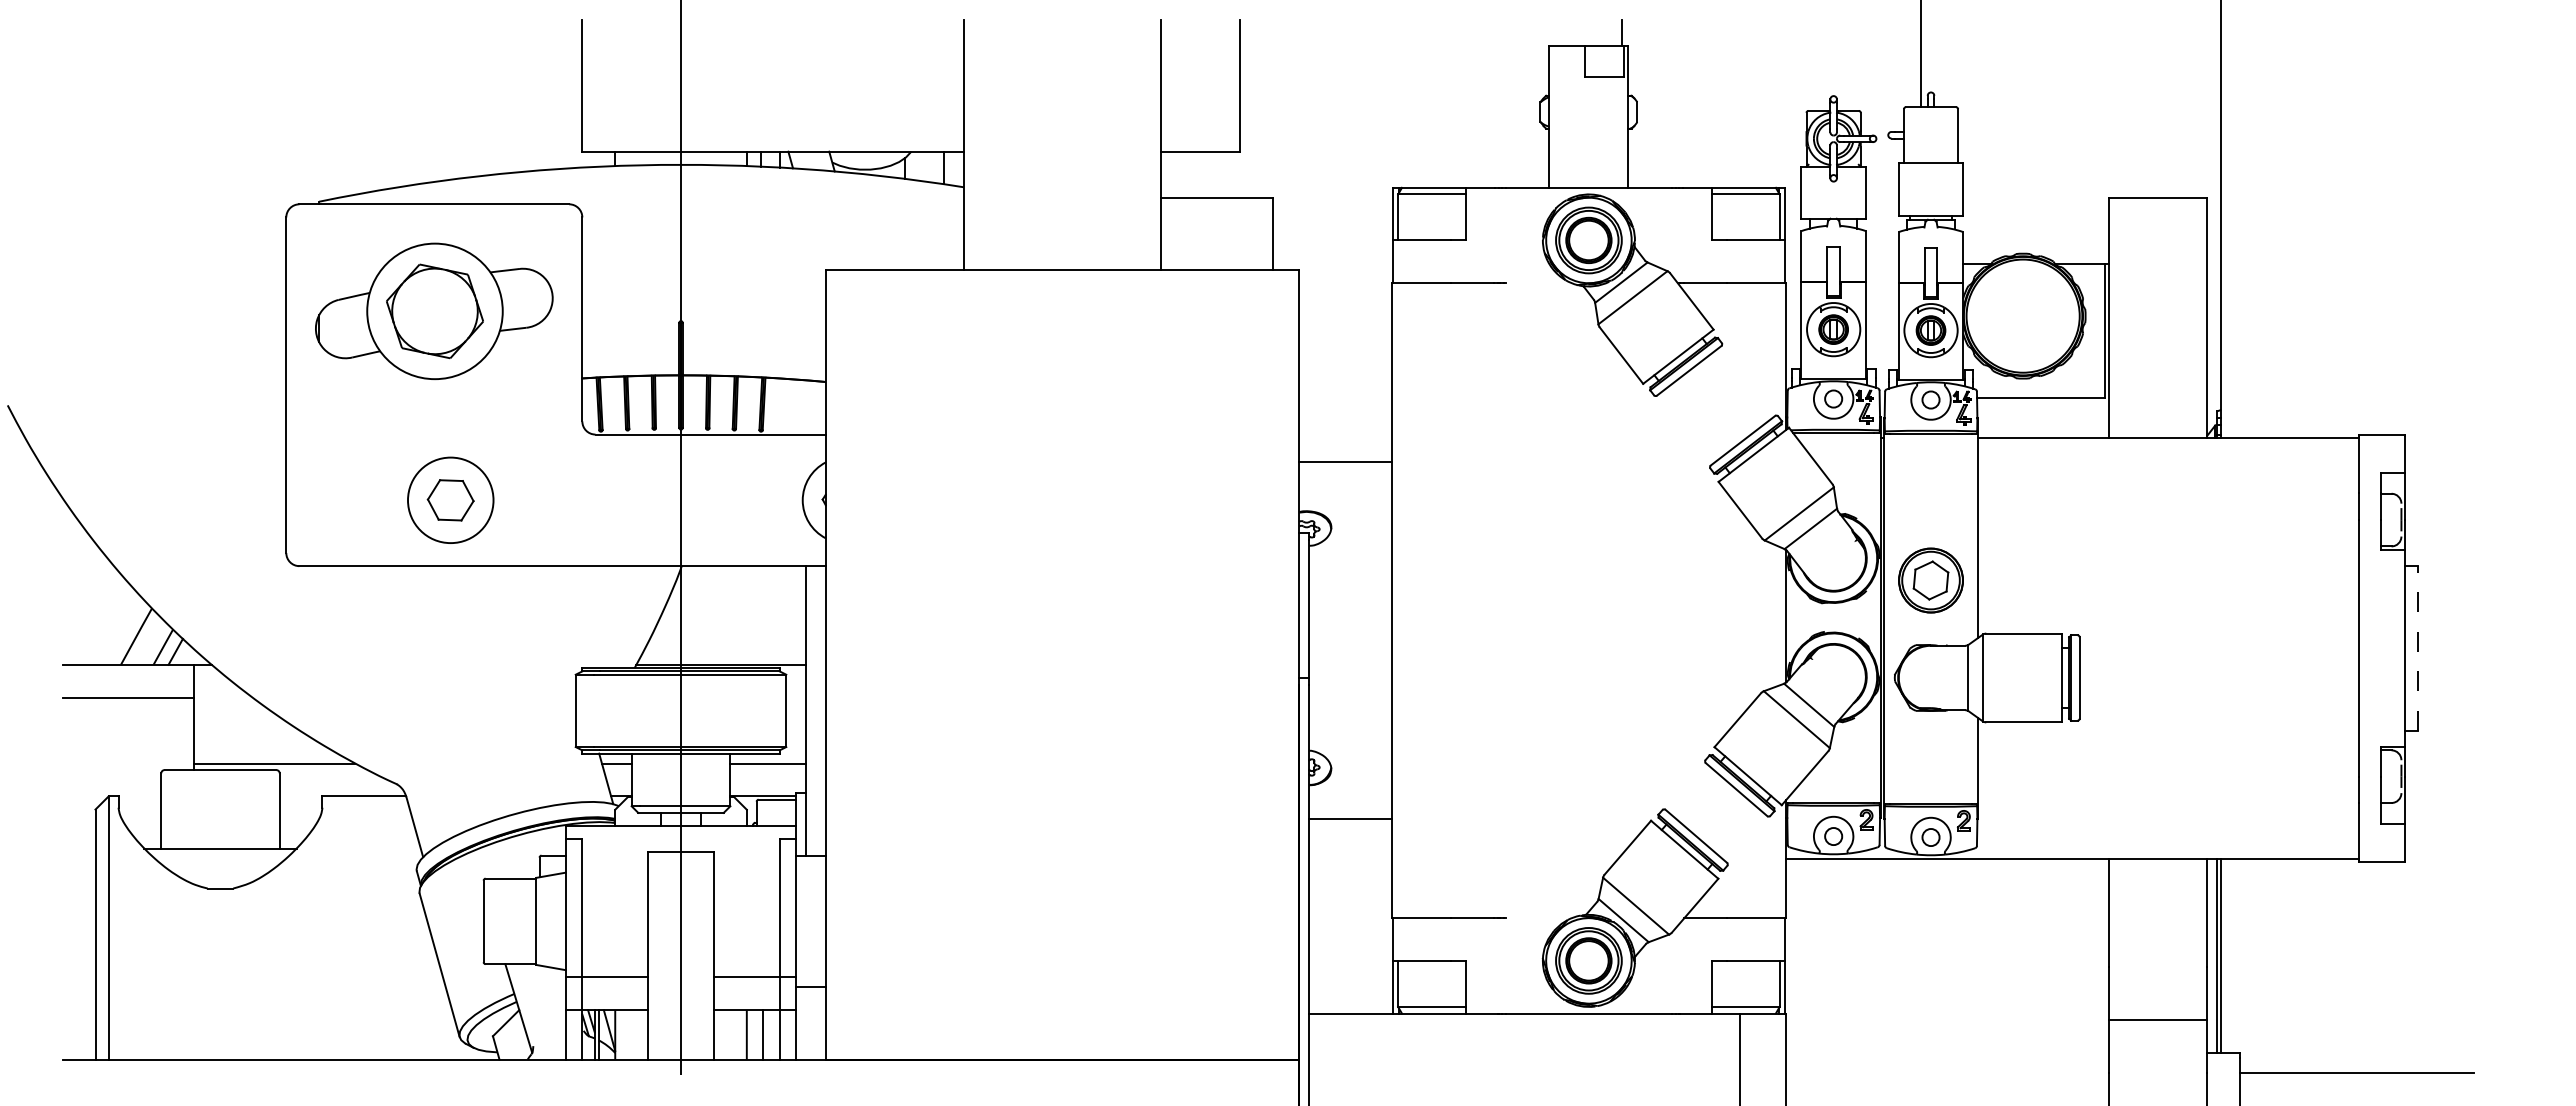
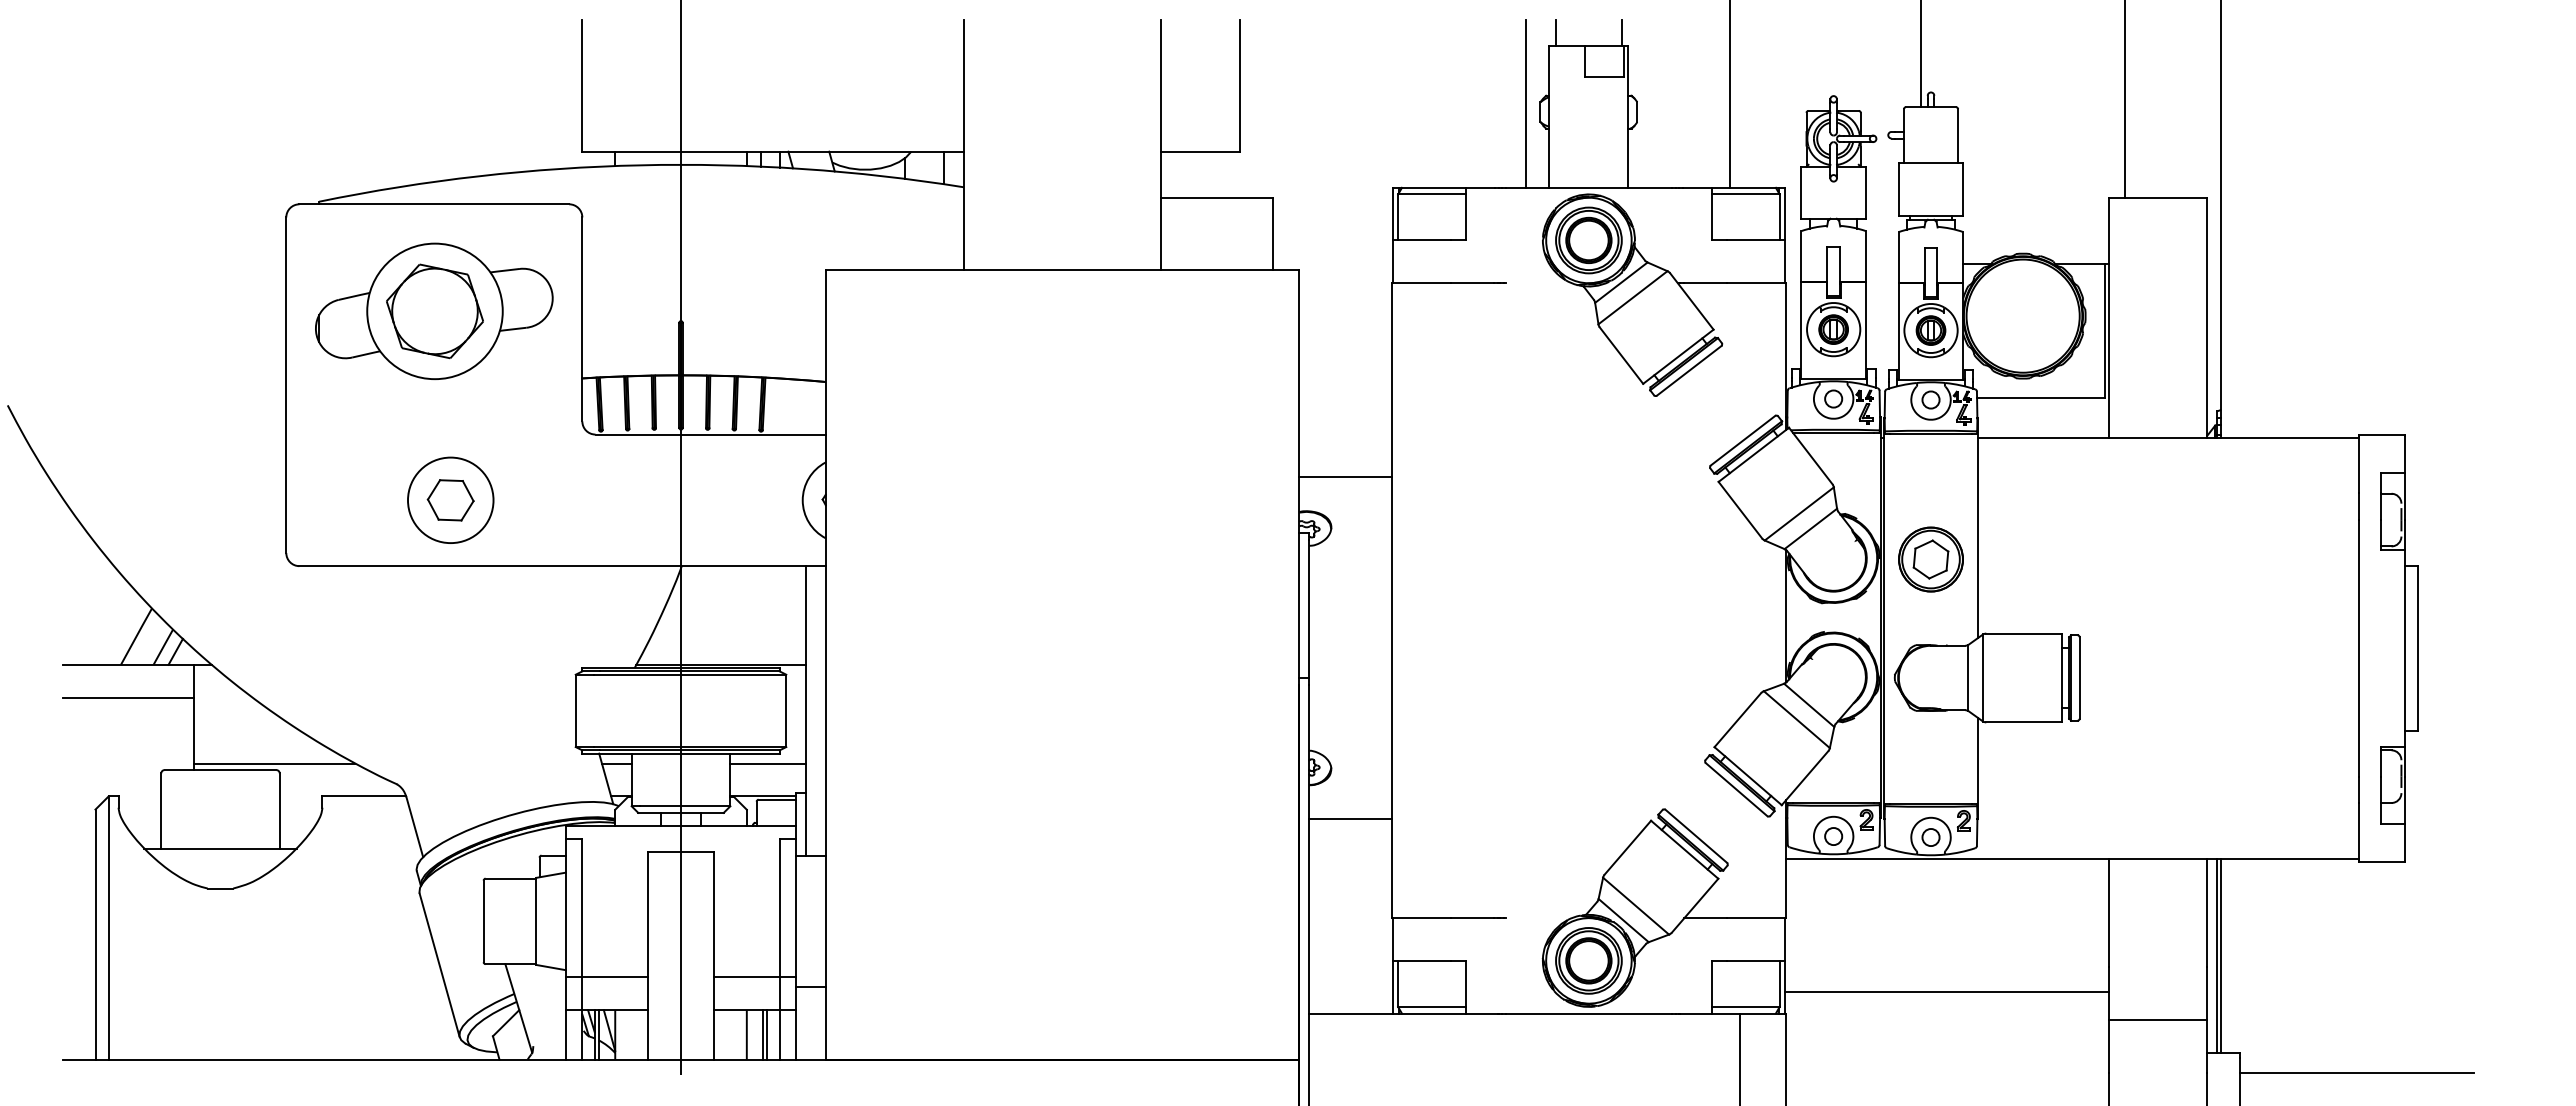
line at (1556, 33): none -> present
line at (1730, 94): none -> present
line at (2125, 99): none -> present
line at (1526, 103): none -> present
line at (1345, 462) position: (1345, 462) -> (1345, 477)
part at (1930, 580) position: (1930, 580) -> (1930, 559)
line at (2417, 647): dashed -> solid
line at (1946, 992): none -> present
line at (767, 1034): none -> present
